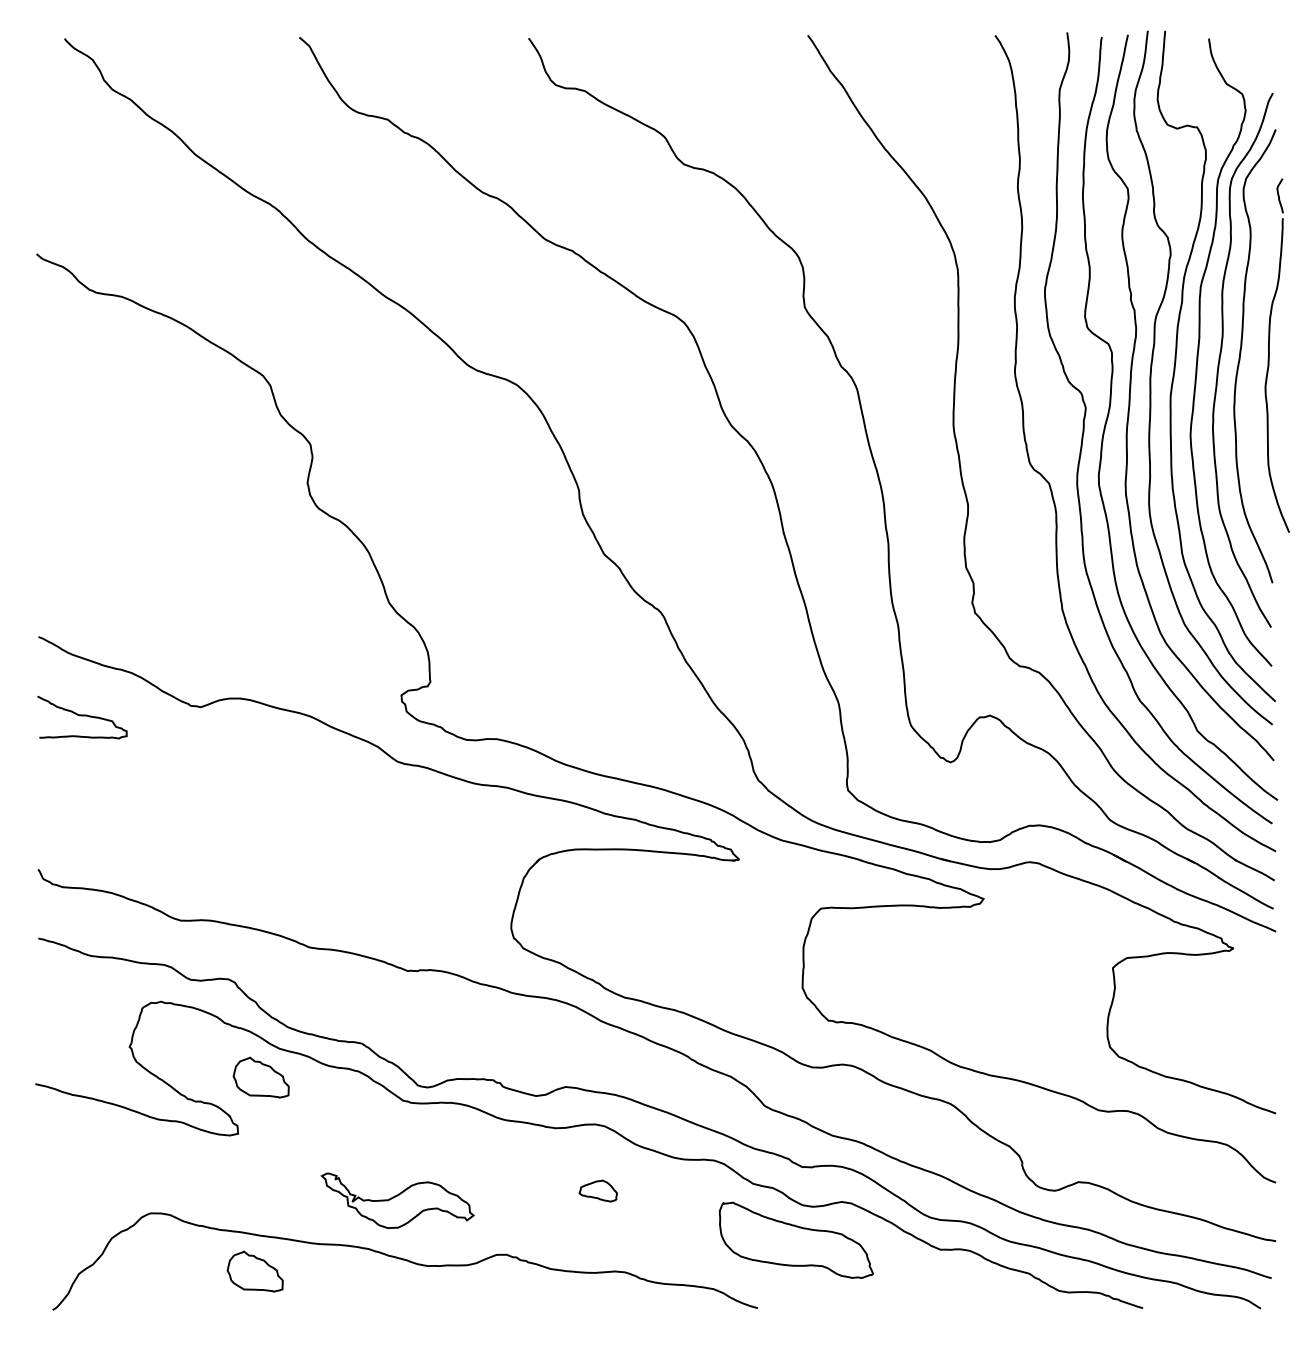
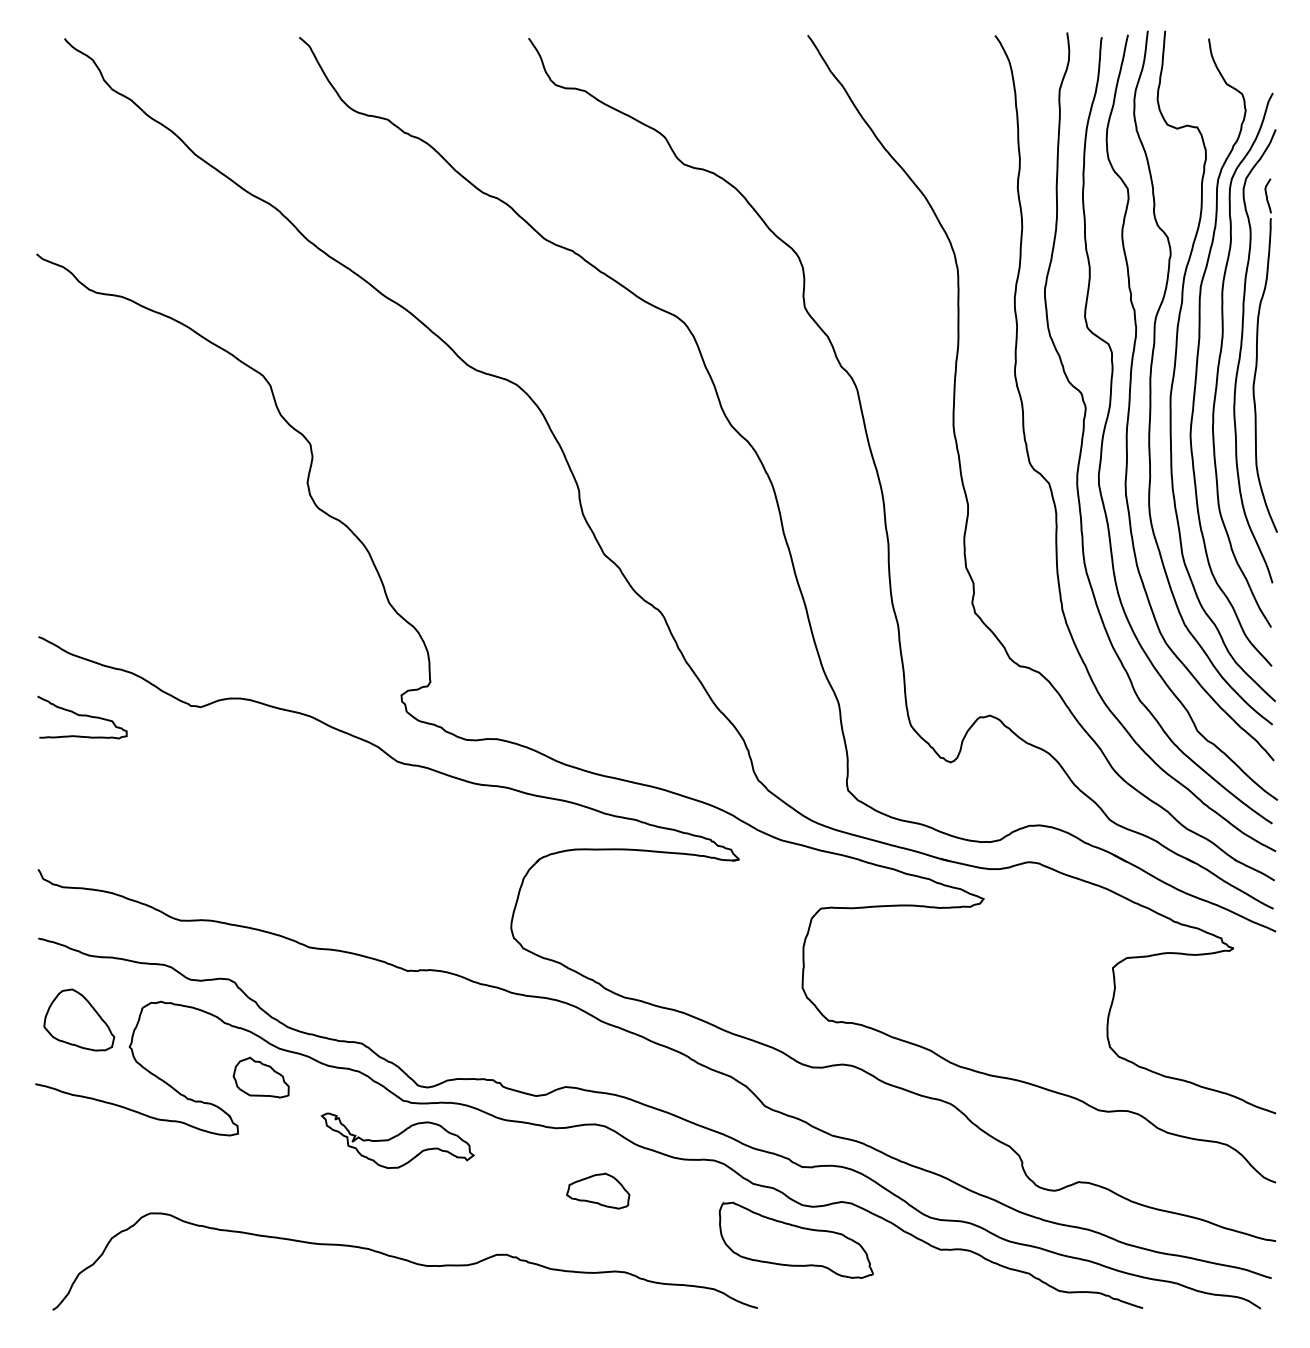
part at (1269, 355) position: (1269, 355) -> (1257, 355)
part at (79, 1019): none -> present
part at (597, 1190) size: 40x24 px -> 65x38 px
part at (397, 1200) position: (397, 1200) -> (397, 1140)
part at (254, 1271): present -> none
